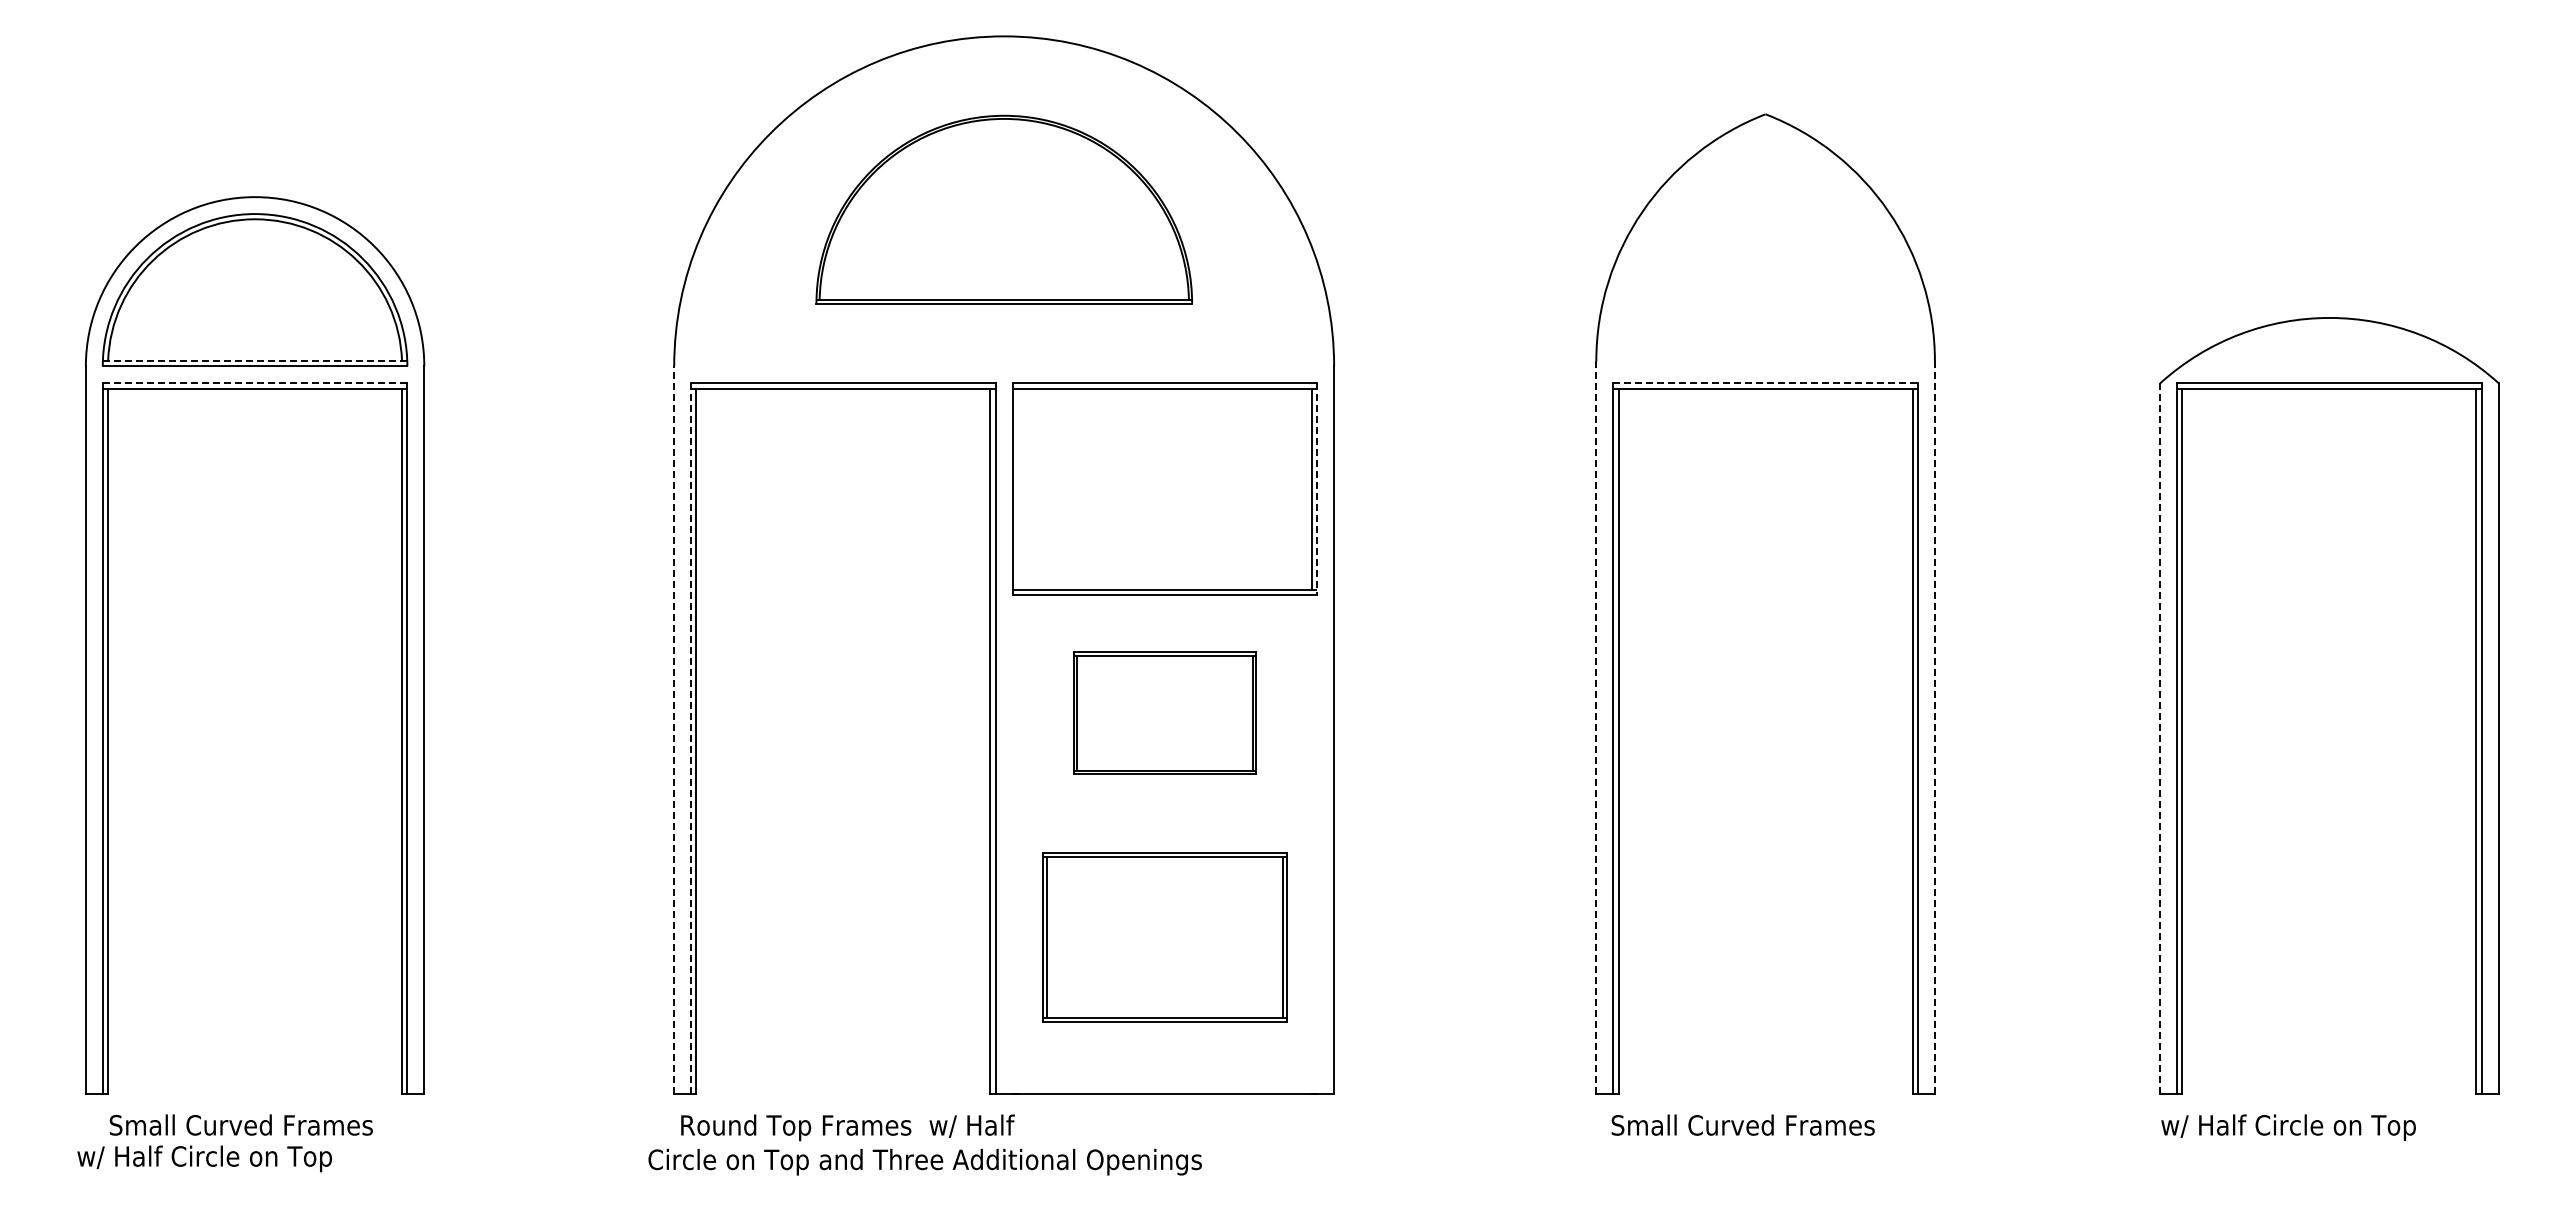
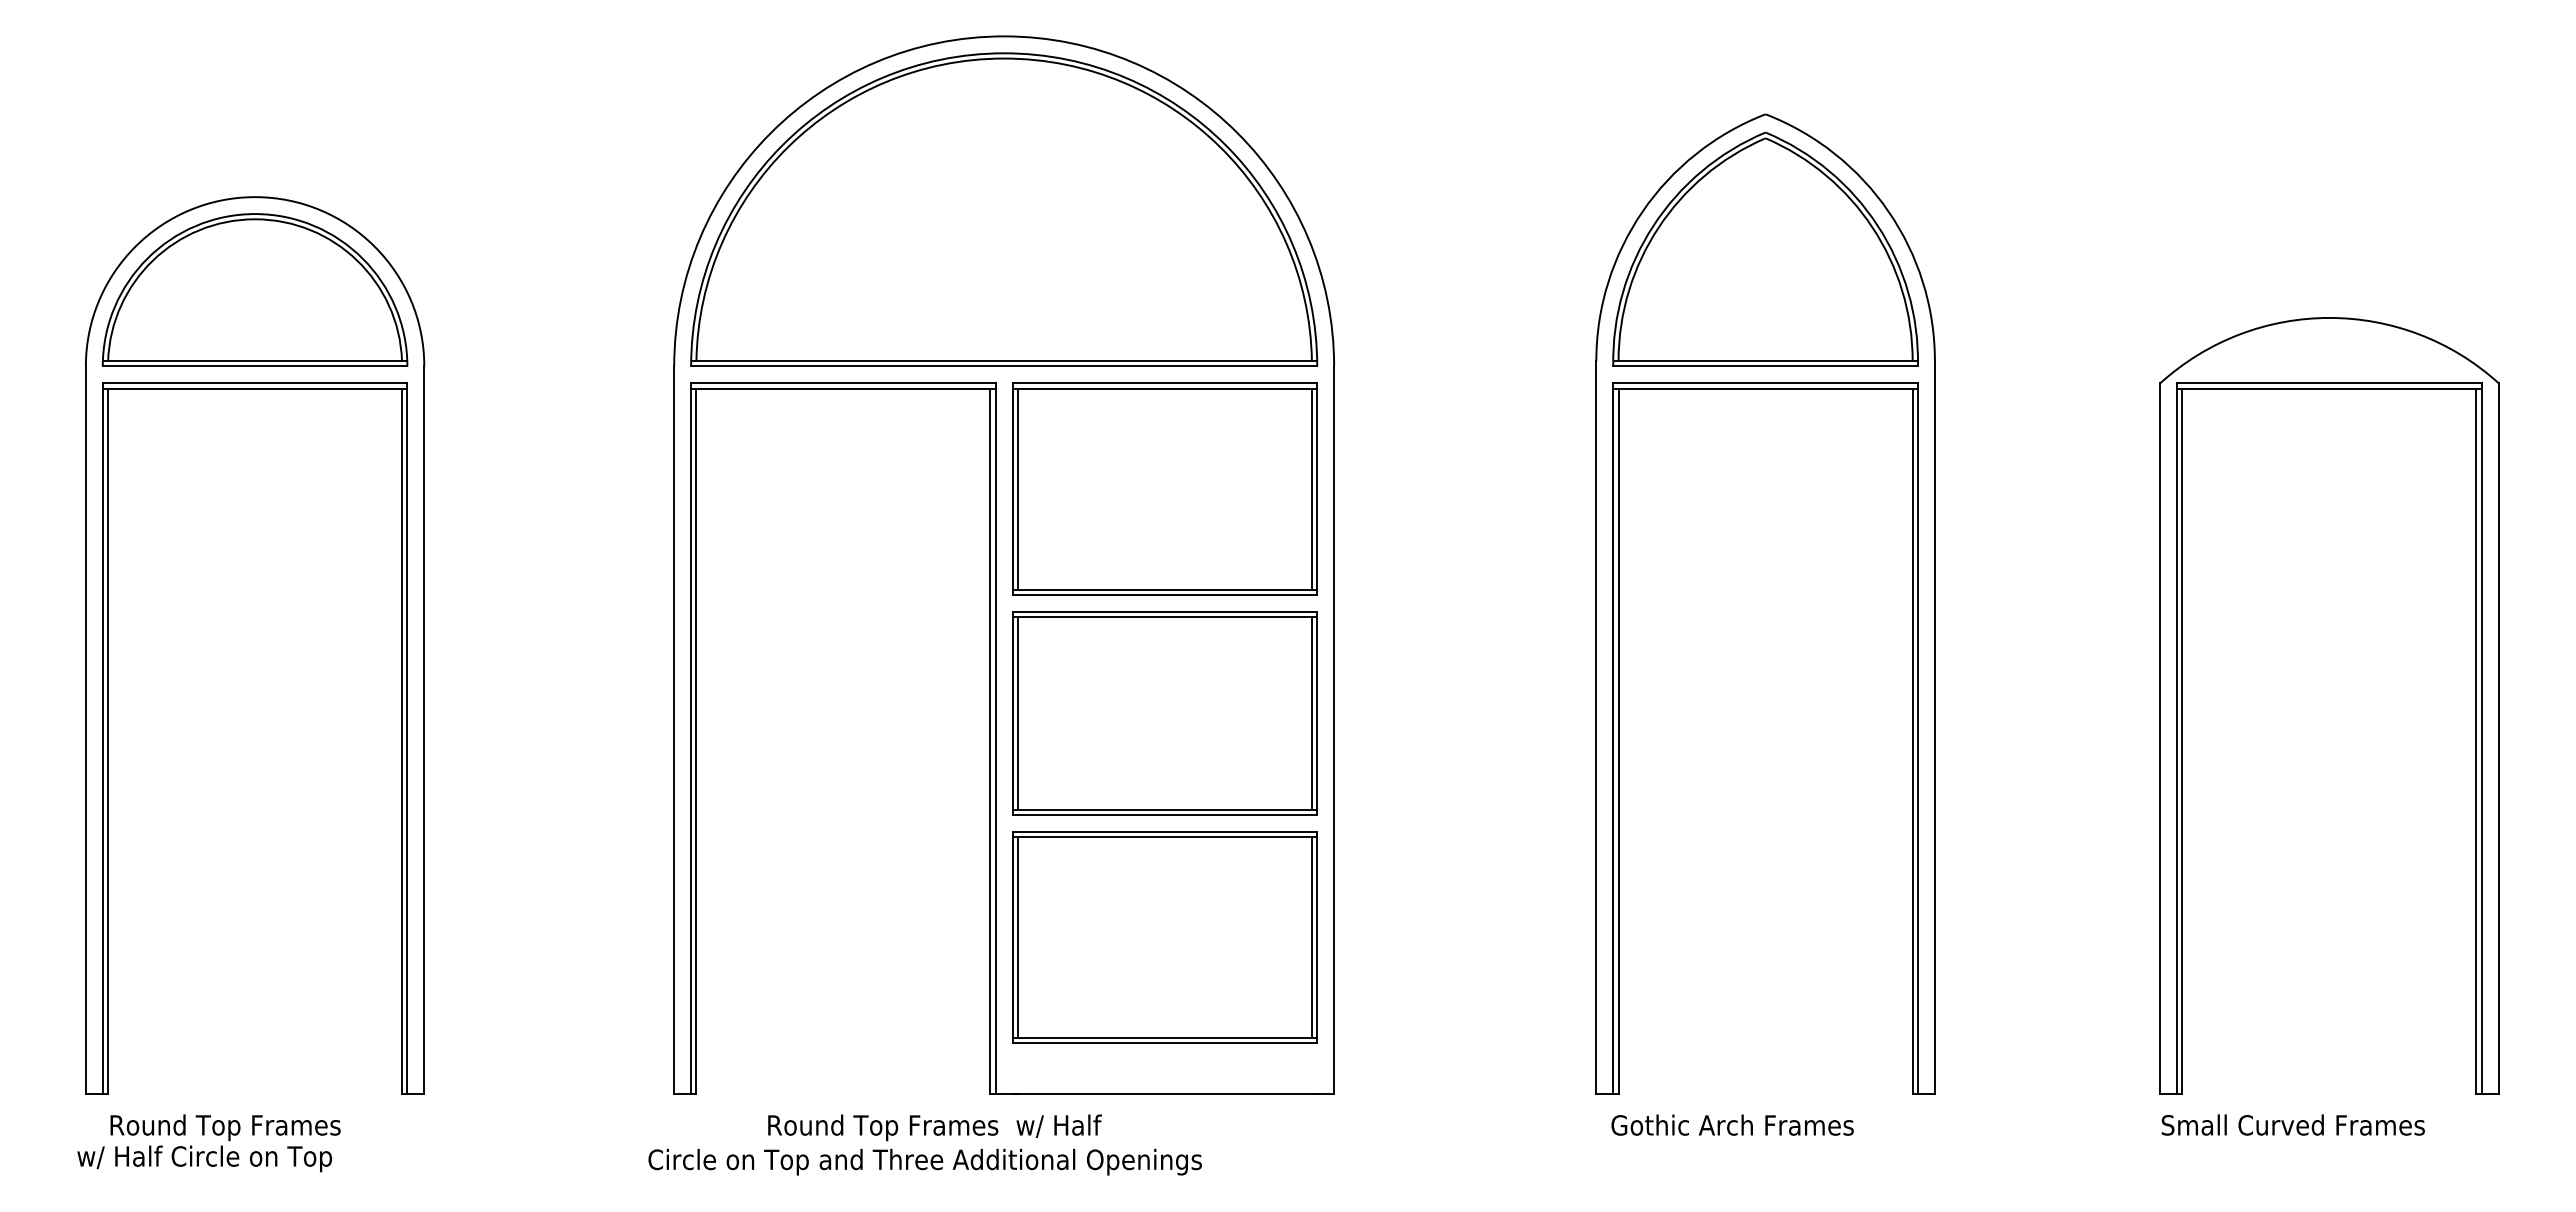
part at (1003, 209) size: 378x191 px -> 629x315 px
part at (1765, 248): none -> present
line at (255, 361): dashed -> solid
line at (255, 383): dashed -> solid
line at (1766, 383): dashed -> solid
line at (1017, 488): none -> present
line at (1317, 489): dashed -> solid
part at (1164, 712) size: 184x124 px -> 306x205 px
line at (1596, 727): dashed -> solid
line at (1934, 728): dashed -> solid
line at (674, 730): dashed -> solid
line at (691, 738): dashed -> solid
line at (2160, 738): dashed -> solid
part at (1164, 937) size: 246x171 px -> 306x213 px
text at (1742, 1124): Small Curved Frames -> Gothic Arch Frames
text at (240, 1127): Small Curved Frames -> Round Top Frames
text at (847, 1127) position: (847, 1127) -> (934, 1127)
text at (2292, 1127): w/ Half Circle on Top -> Small Curved Frames
